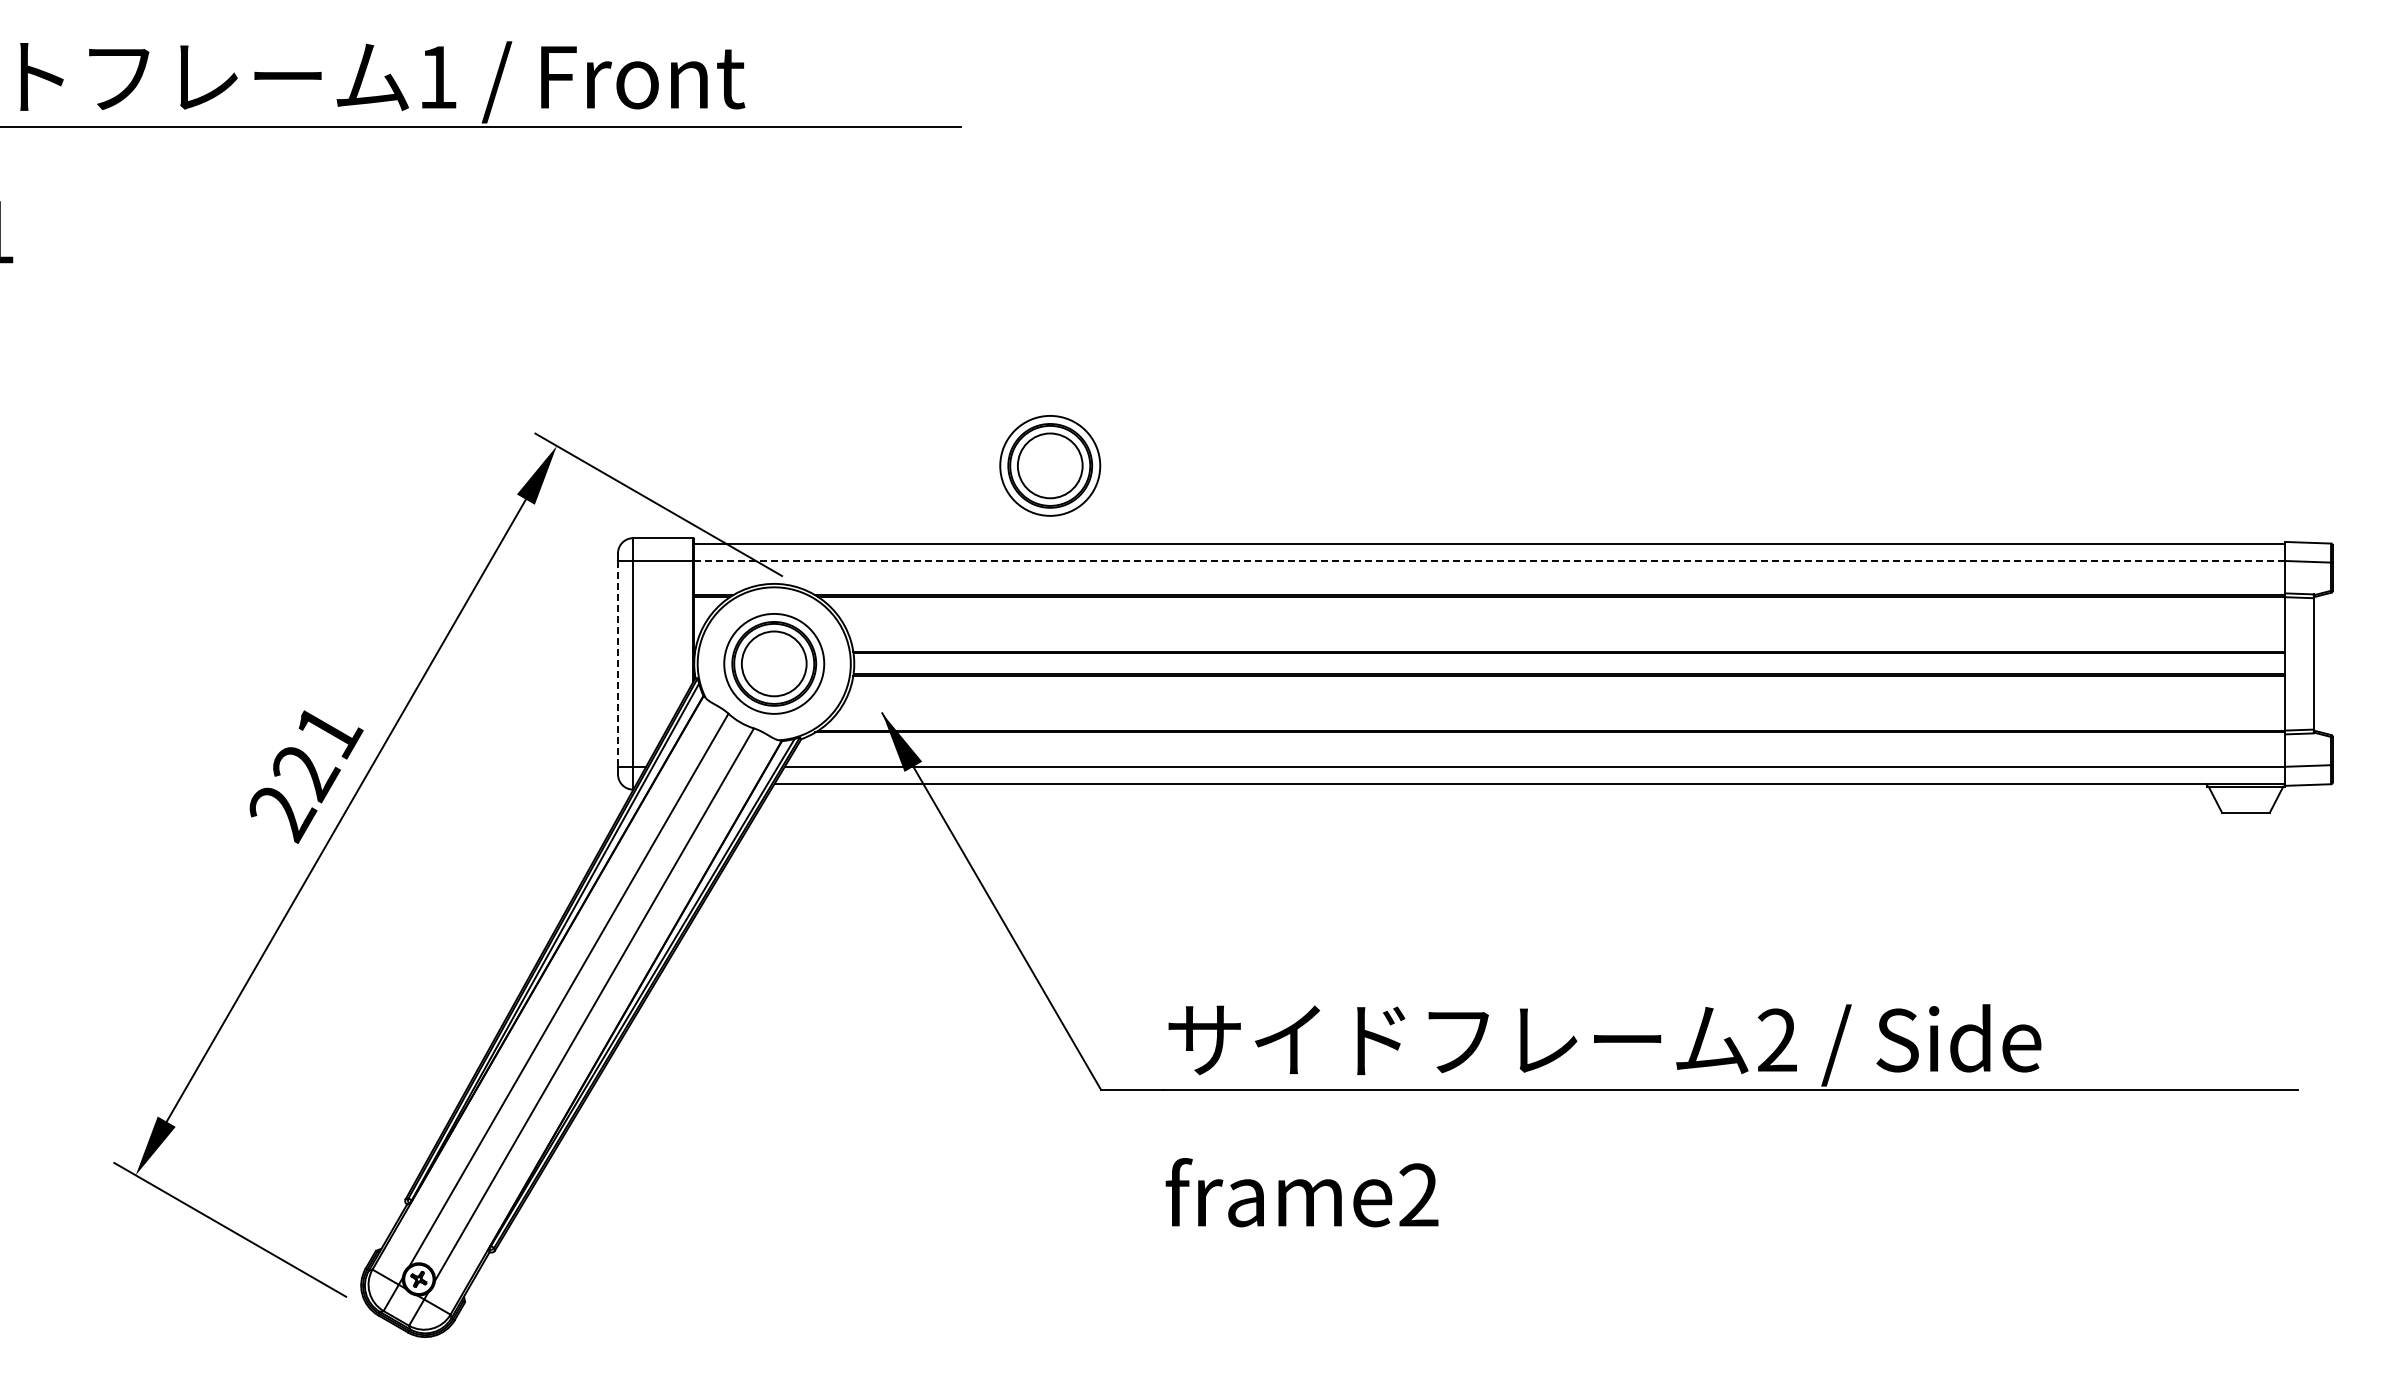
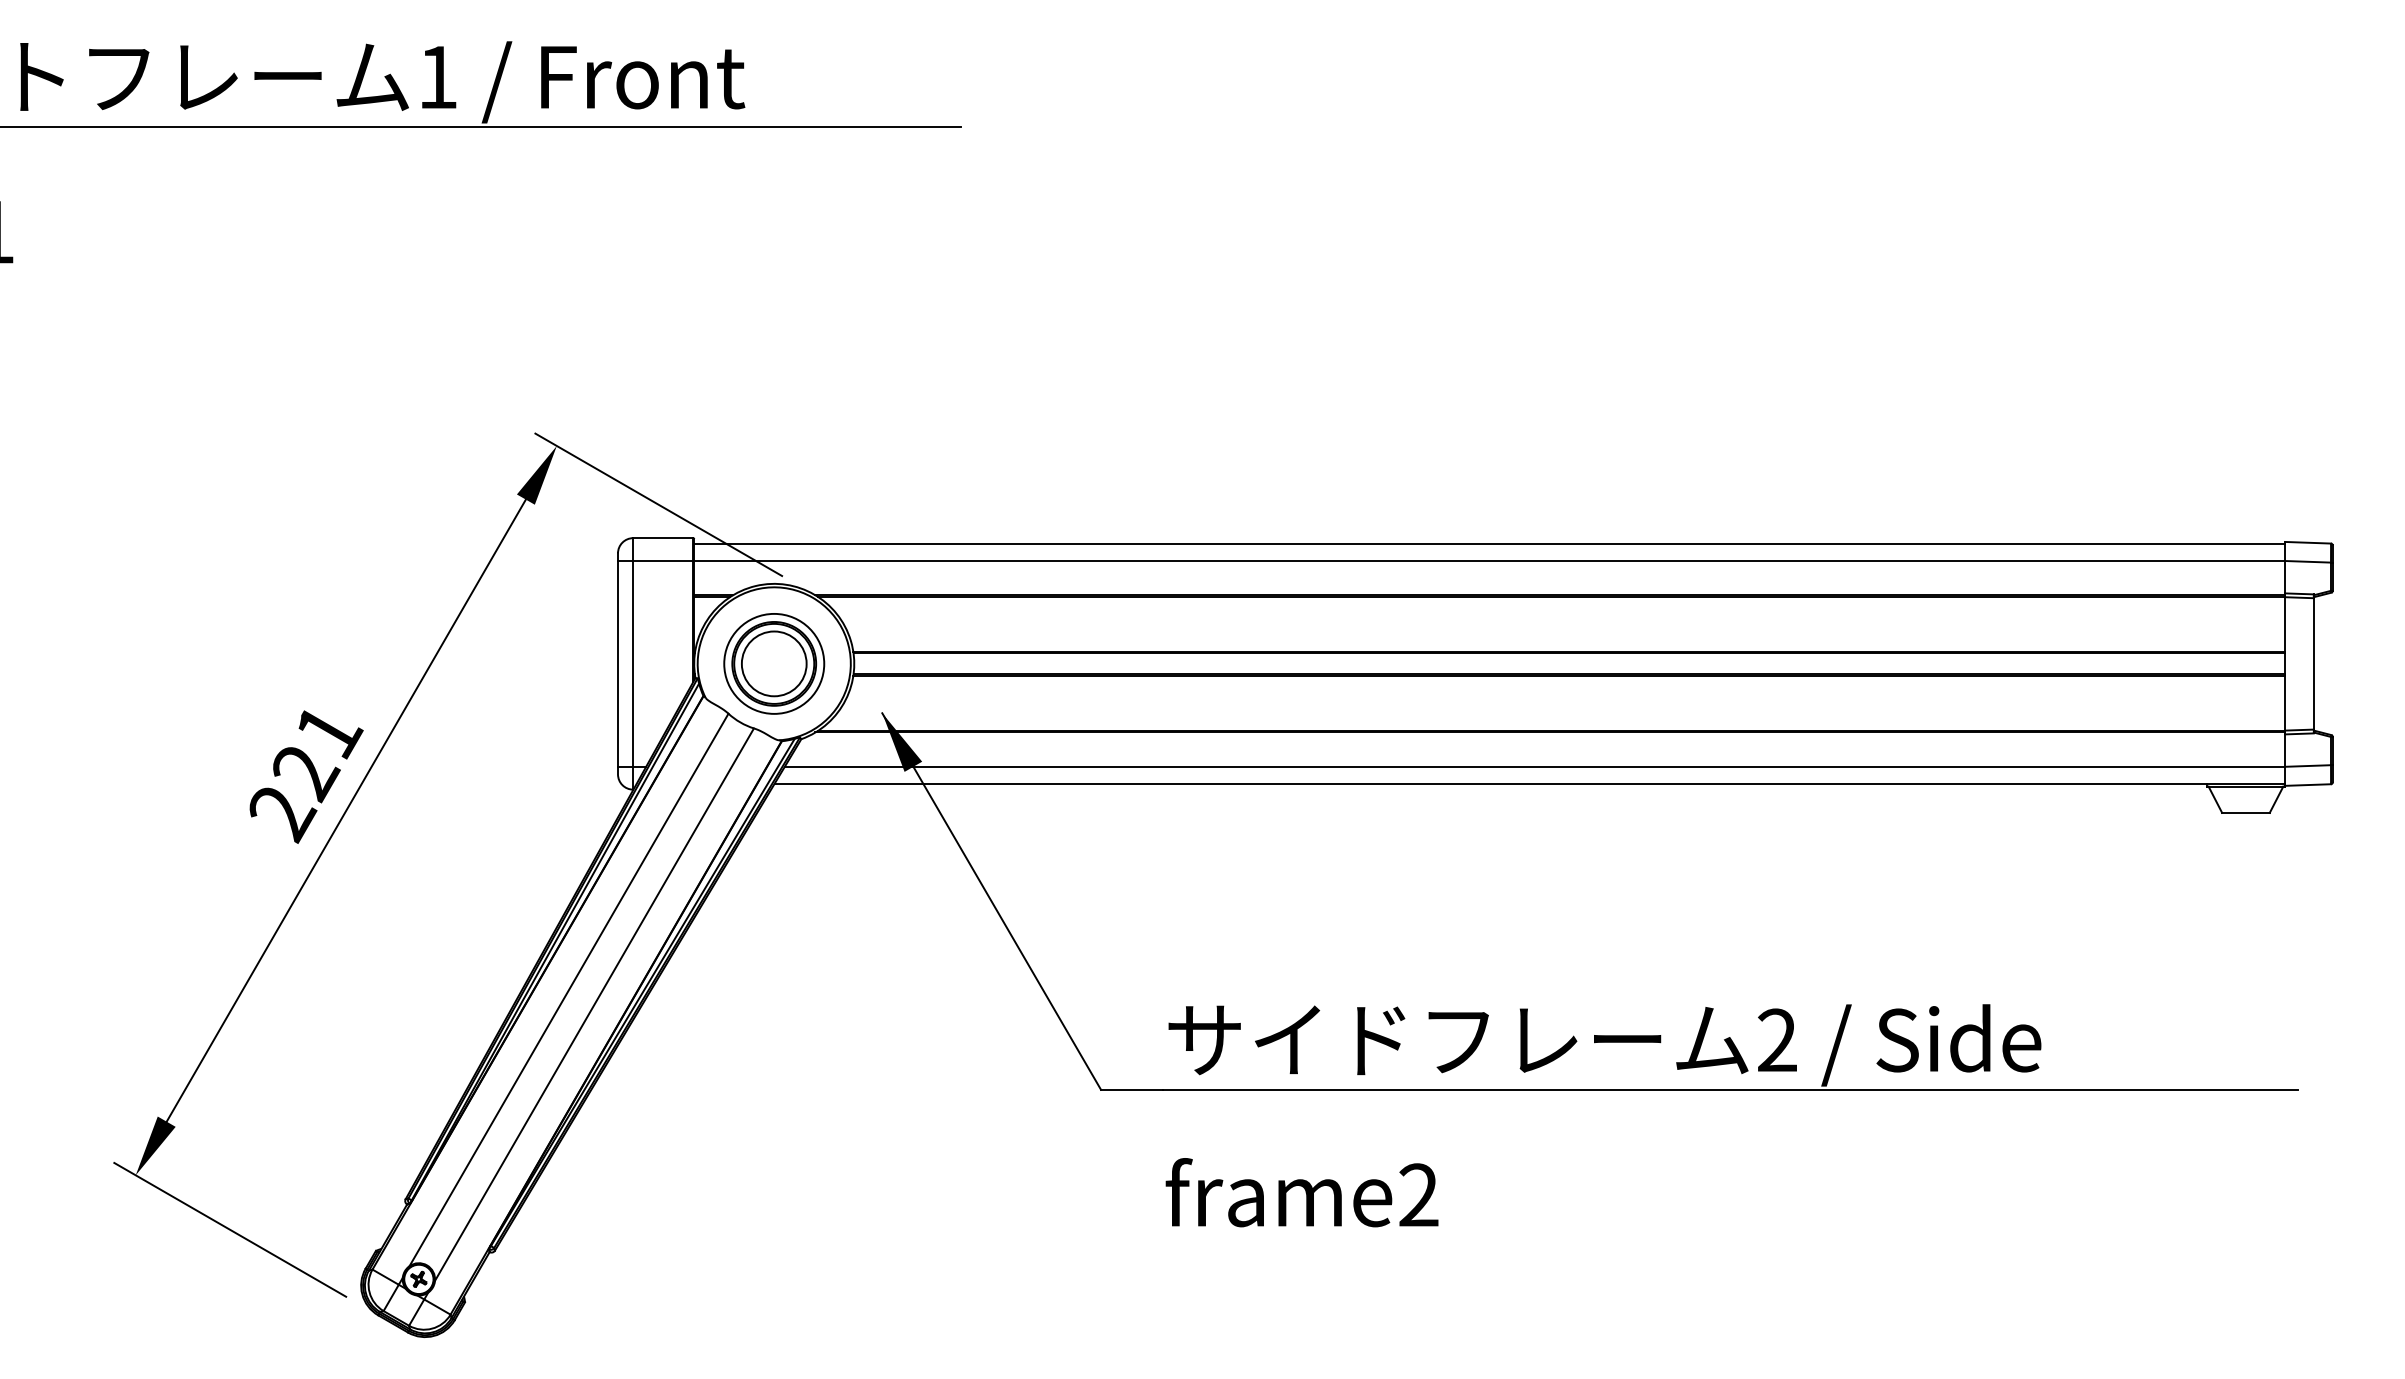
part at (1050, 465): present -> none
line at (1490, 561): dashed -> solid
line at (618, 663): dashed -> solid
